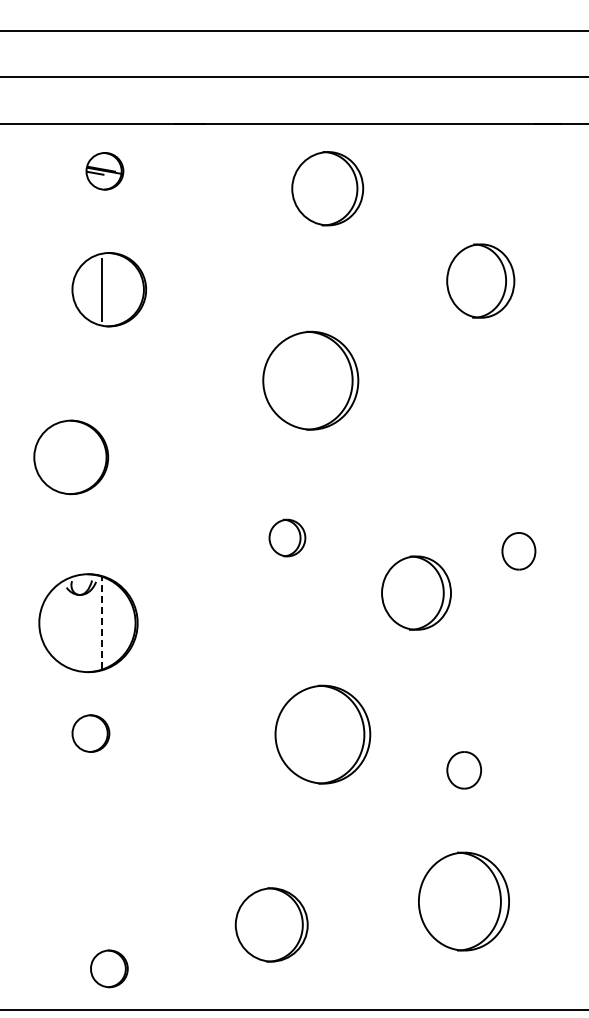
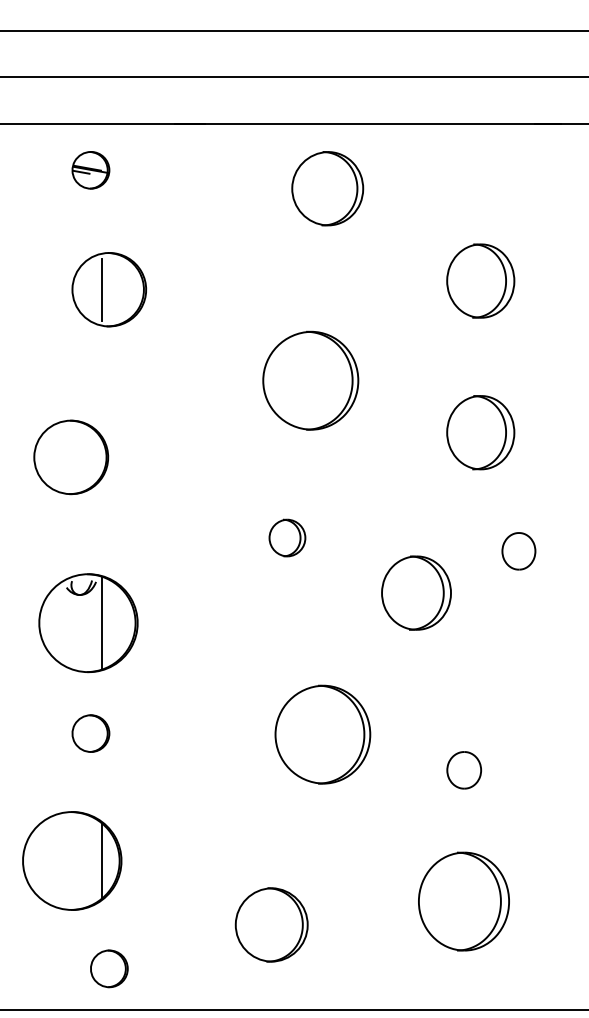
part at (104, 171) position: (104, 171) -> (90, 170)
part at (480, 432): none -> present
line at (102, 623): dashed -> solid
part at (72, 860): none -> present
